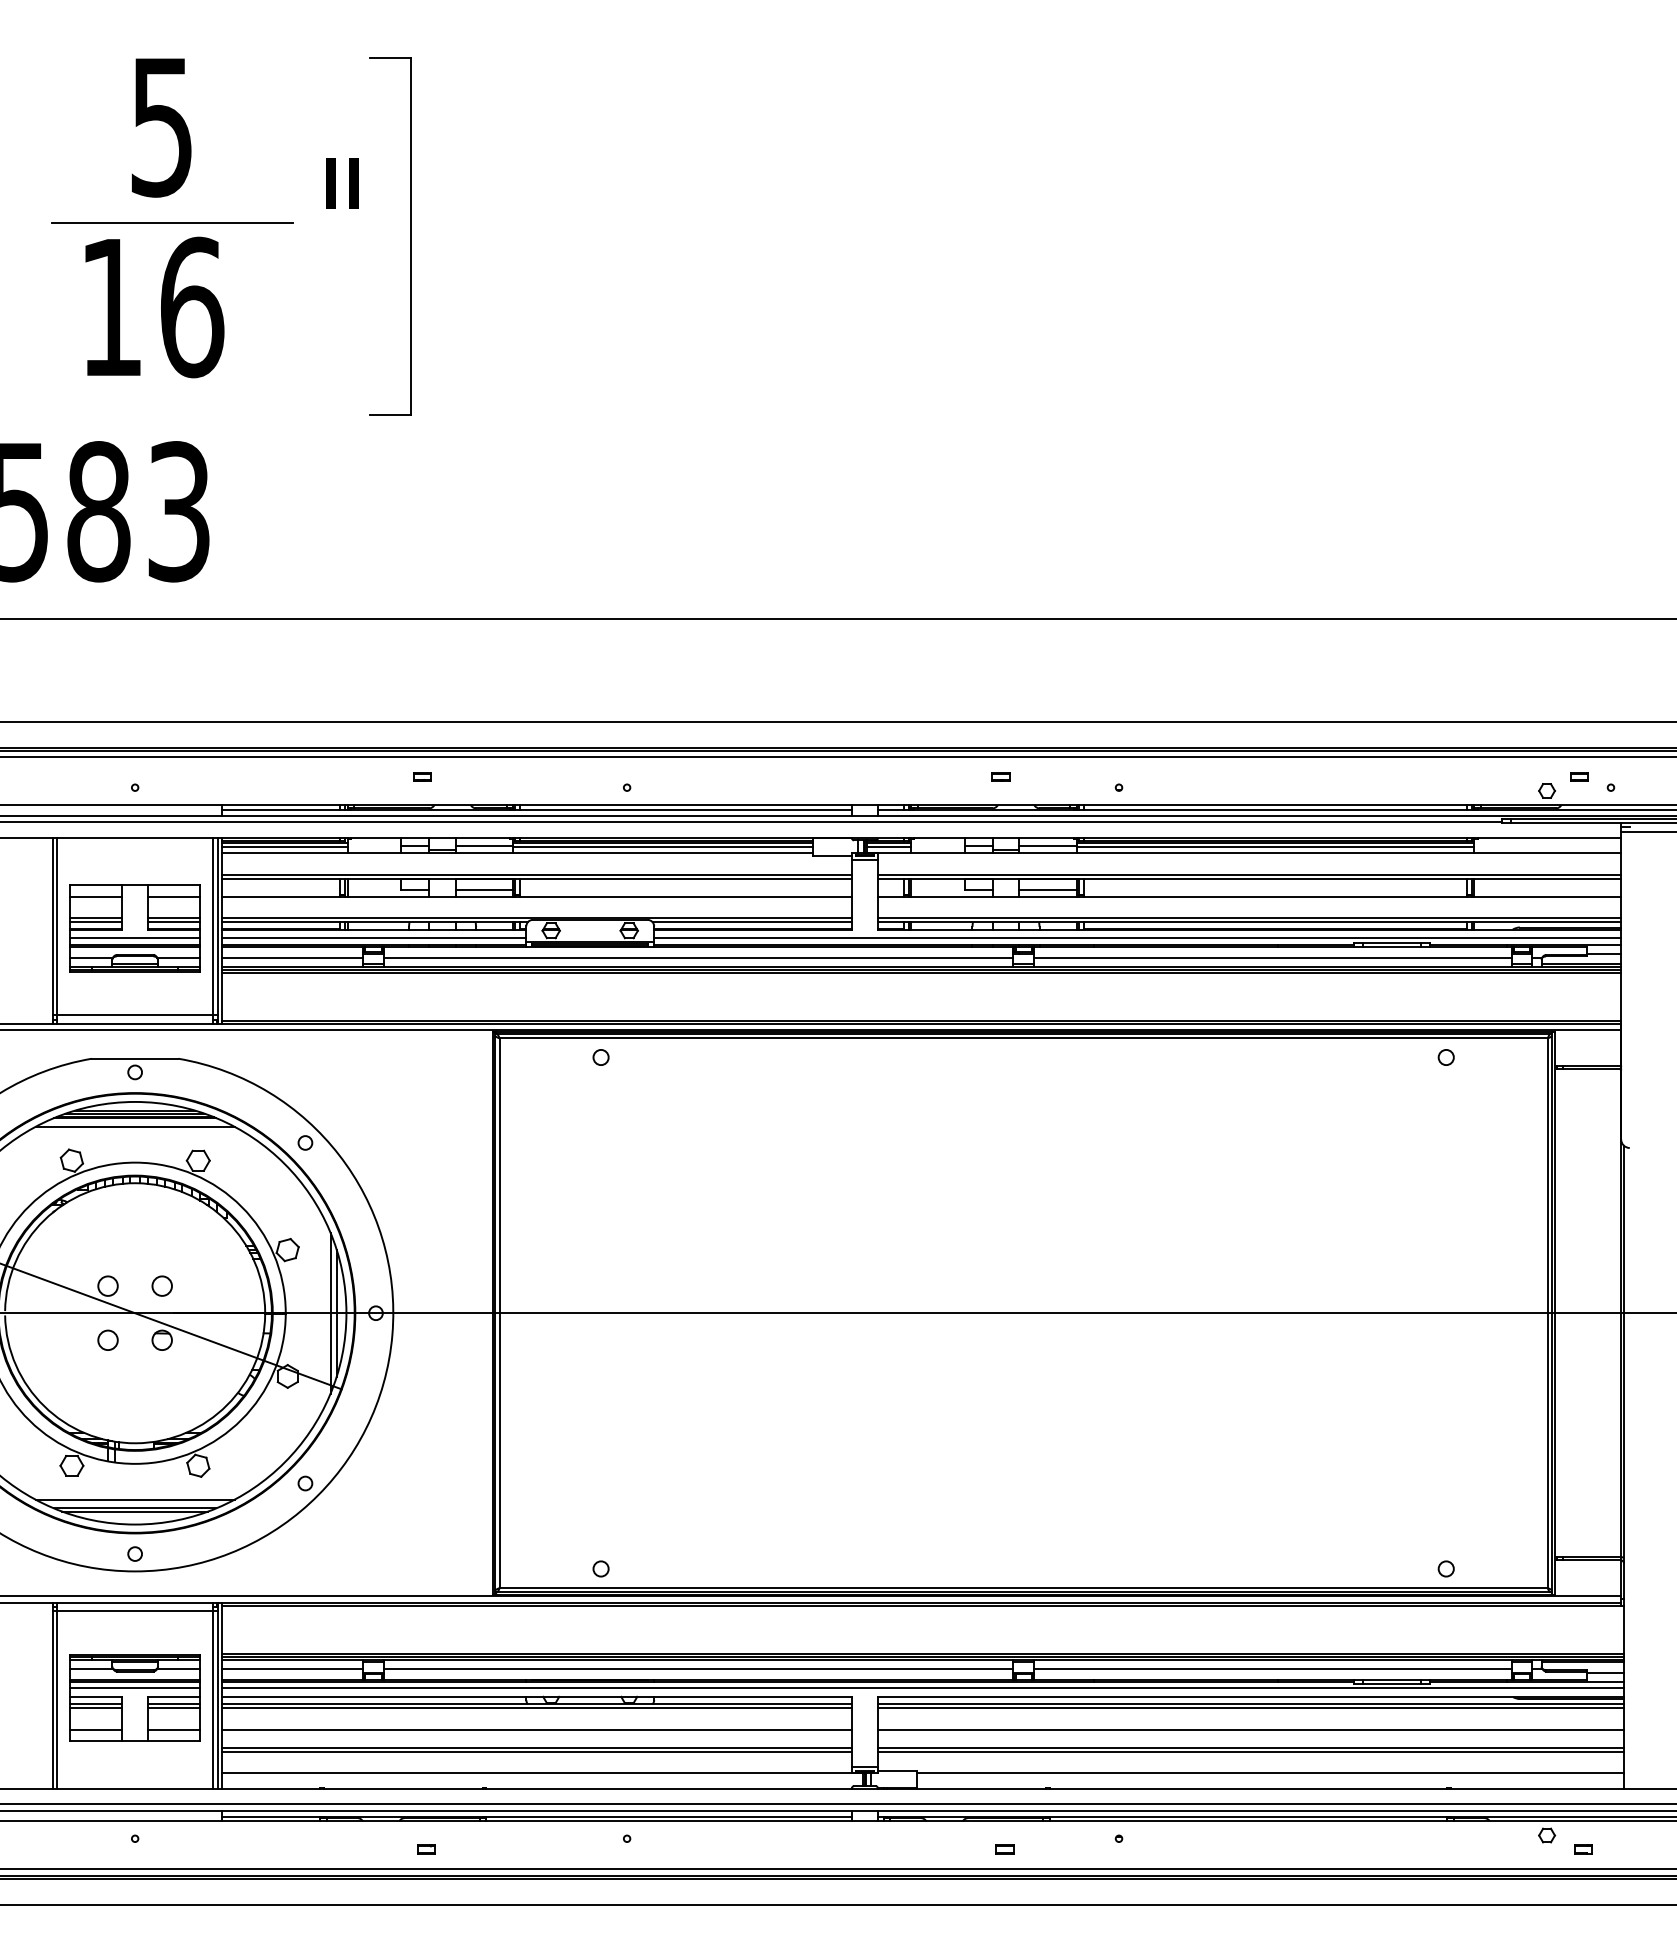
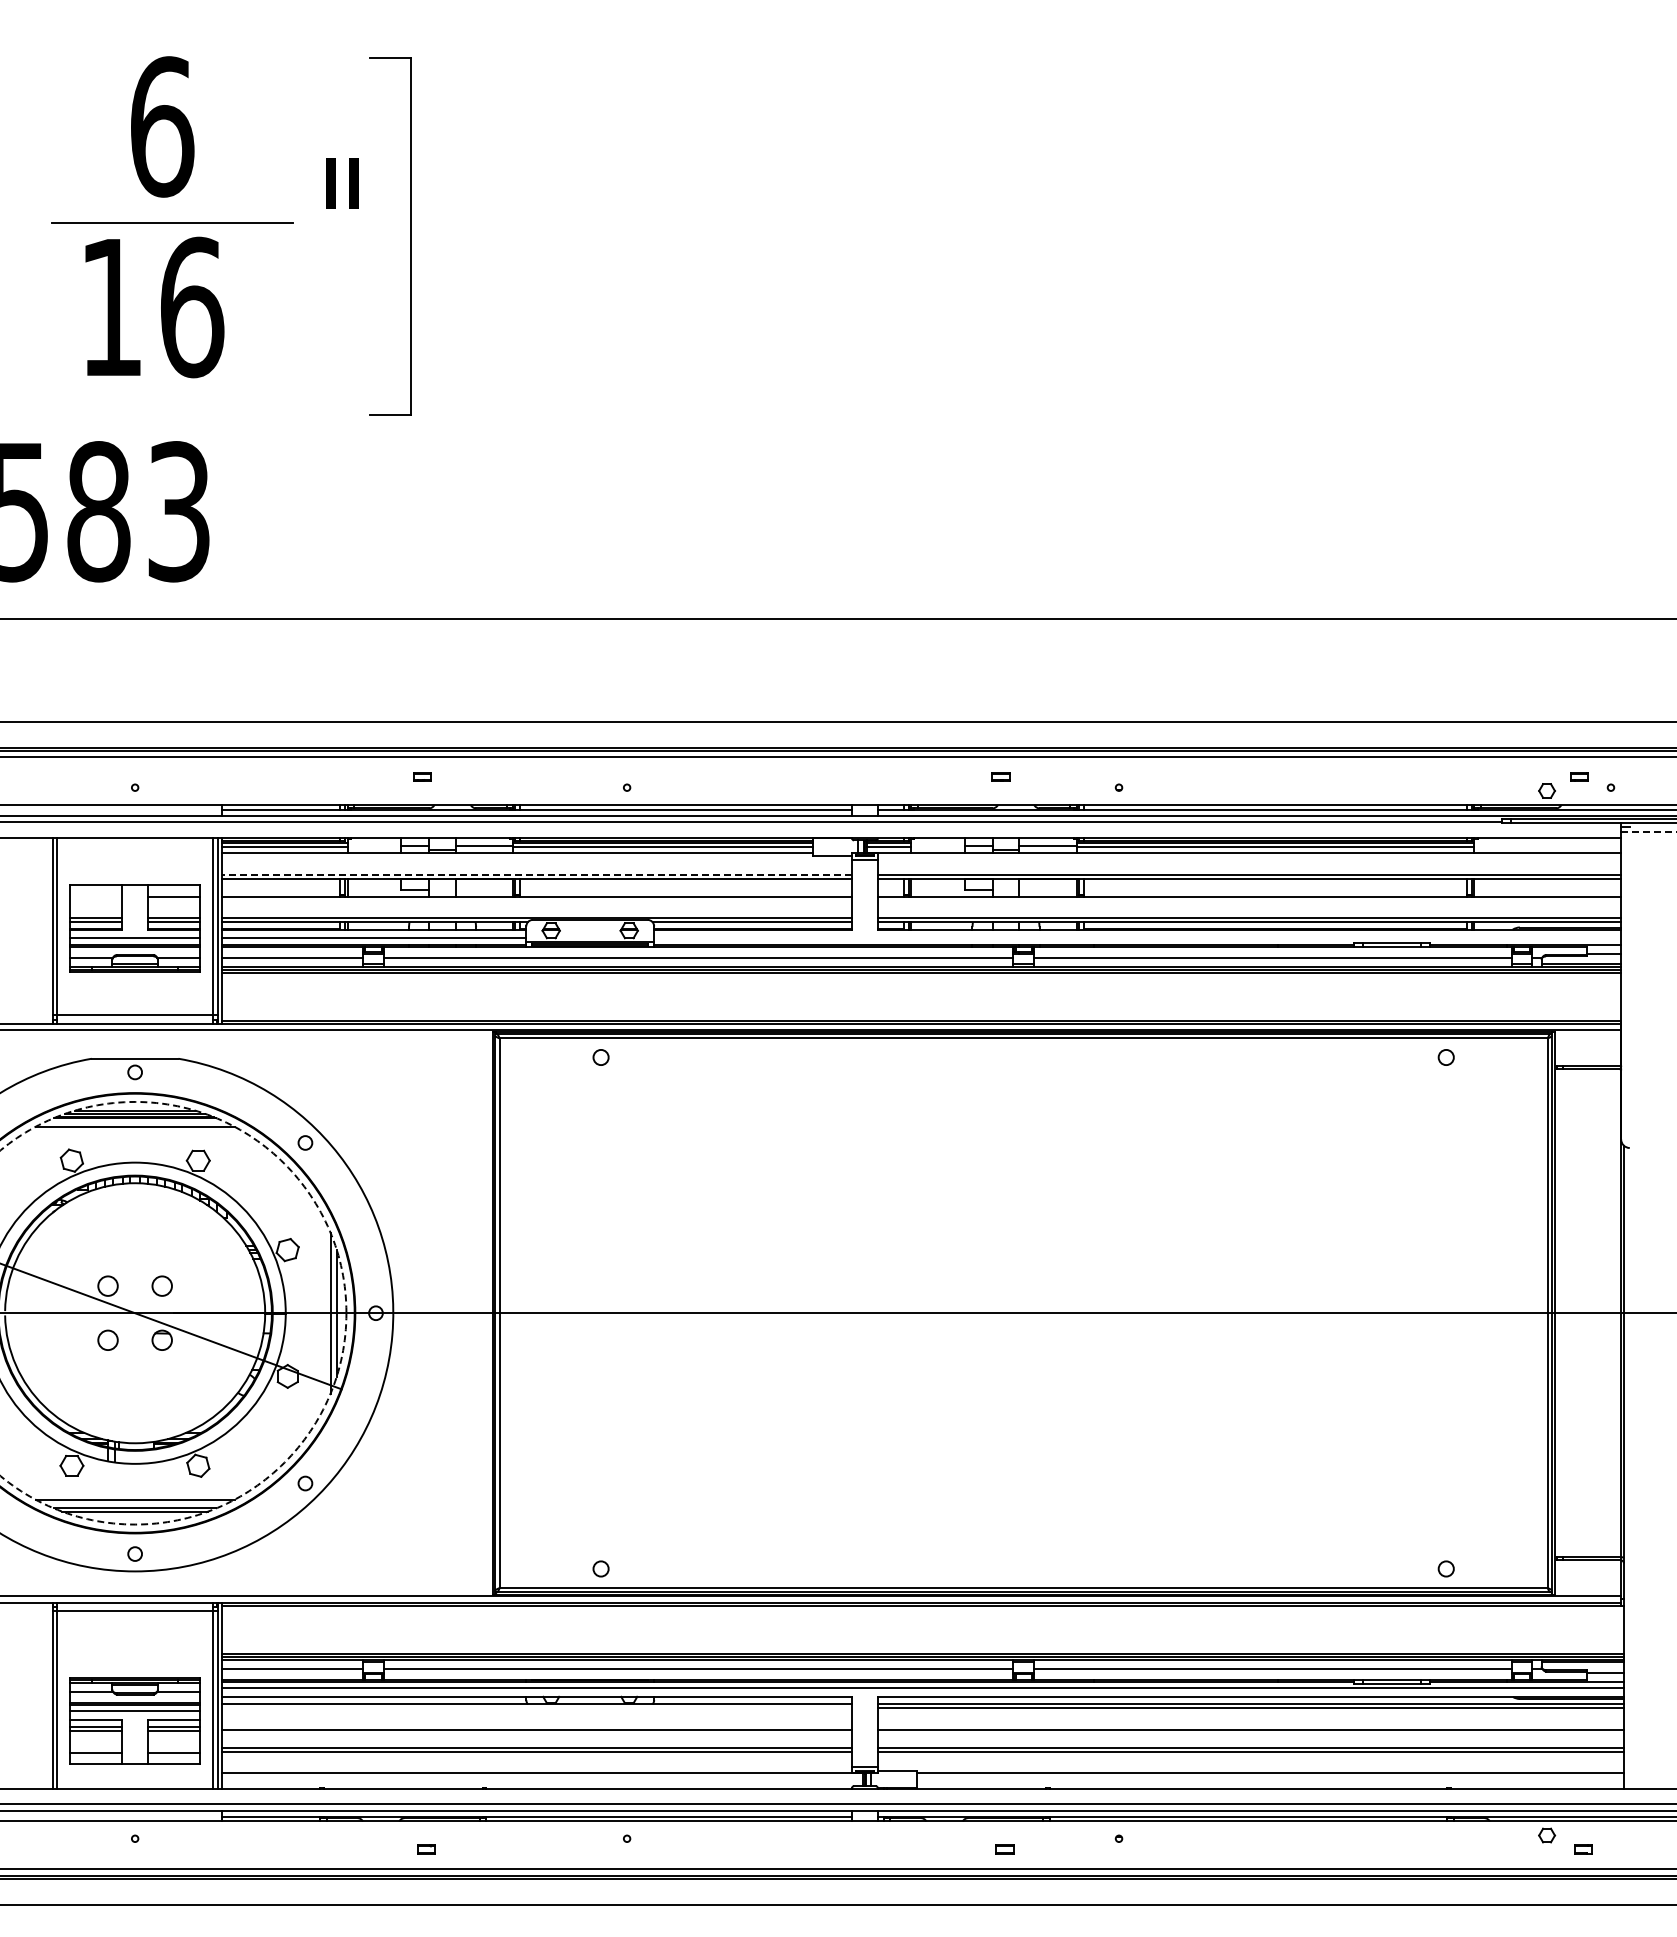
text at (162, 126): 5 -> 6
line at (1649, 831): solid -> dashed
line at (536, 874): solid -> dashed
line at (484, 889): present -> none
line at (1047, 889): present -> none
line at (96, 896): present -> none
line at (1137, 938): present -> none
circle at (173, 1312): solid -> dashed
part at (134, 1697) position: (134, 1697) -> (134, 1720)
line at (536, 1708): present -> none
